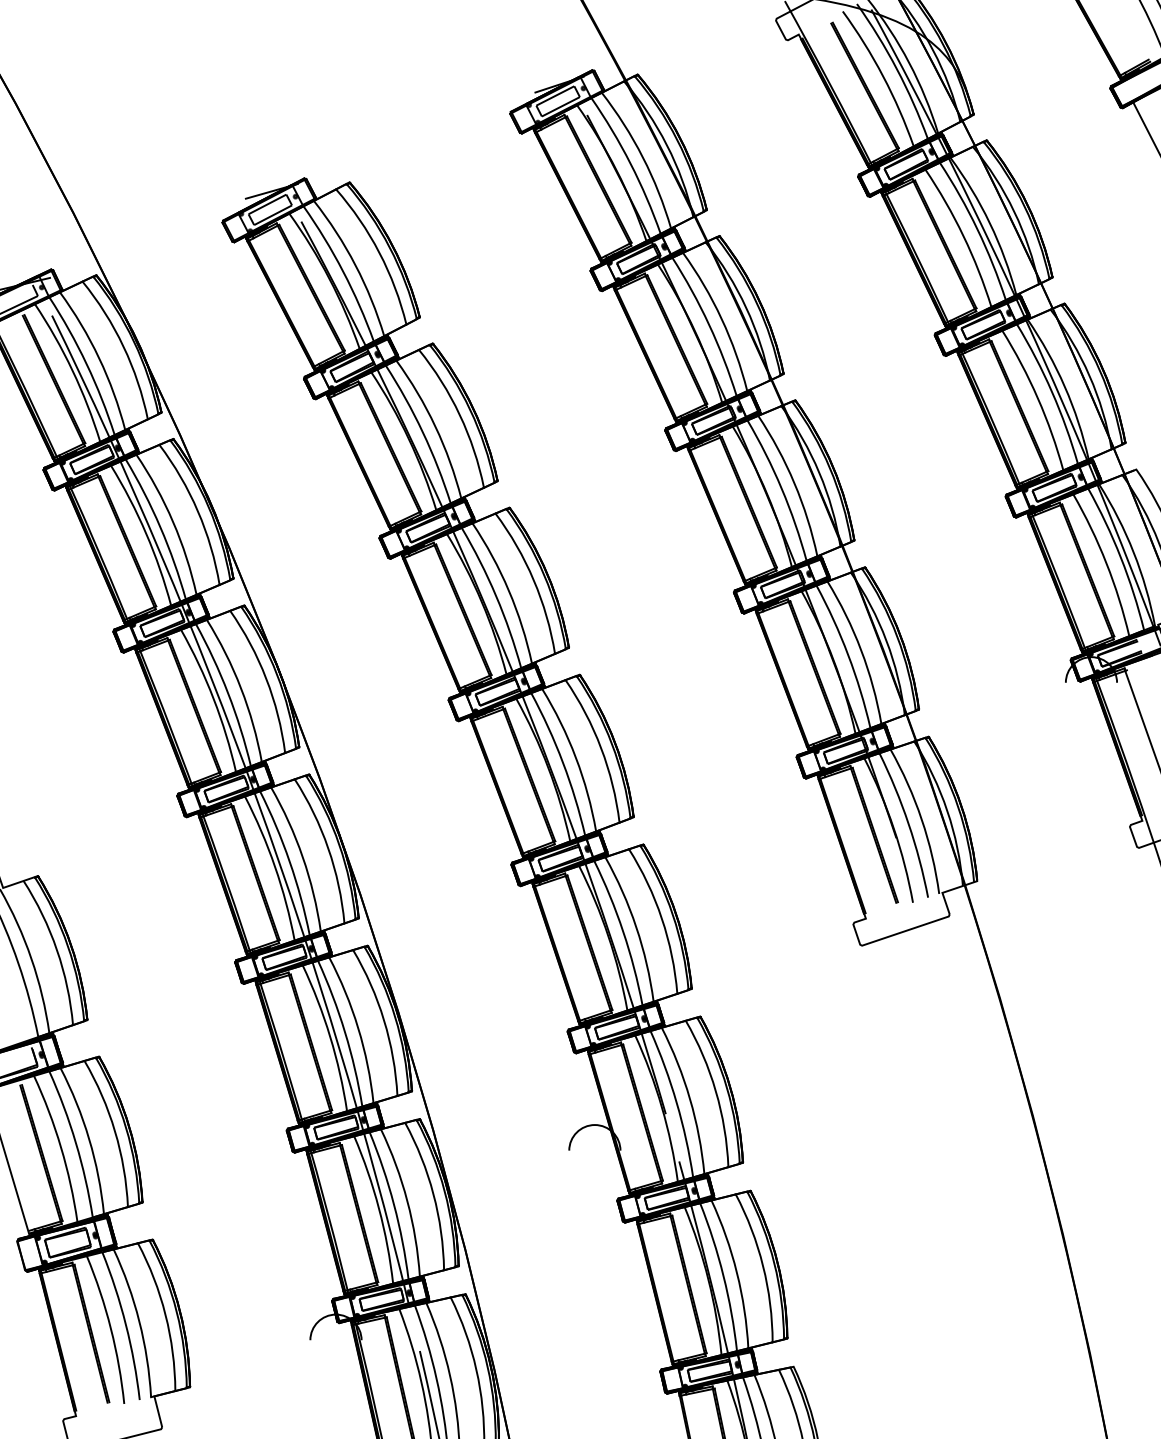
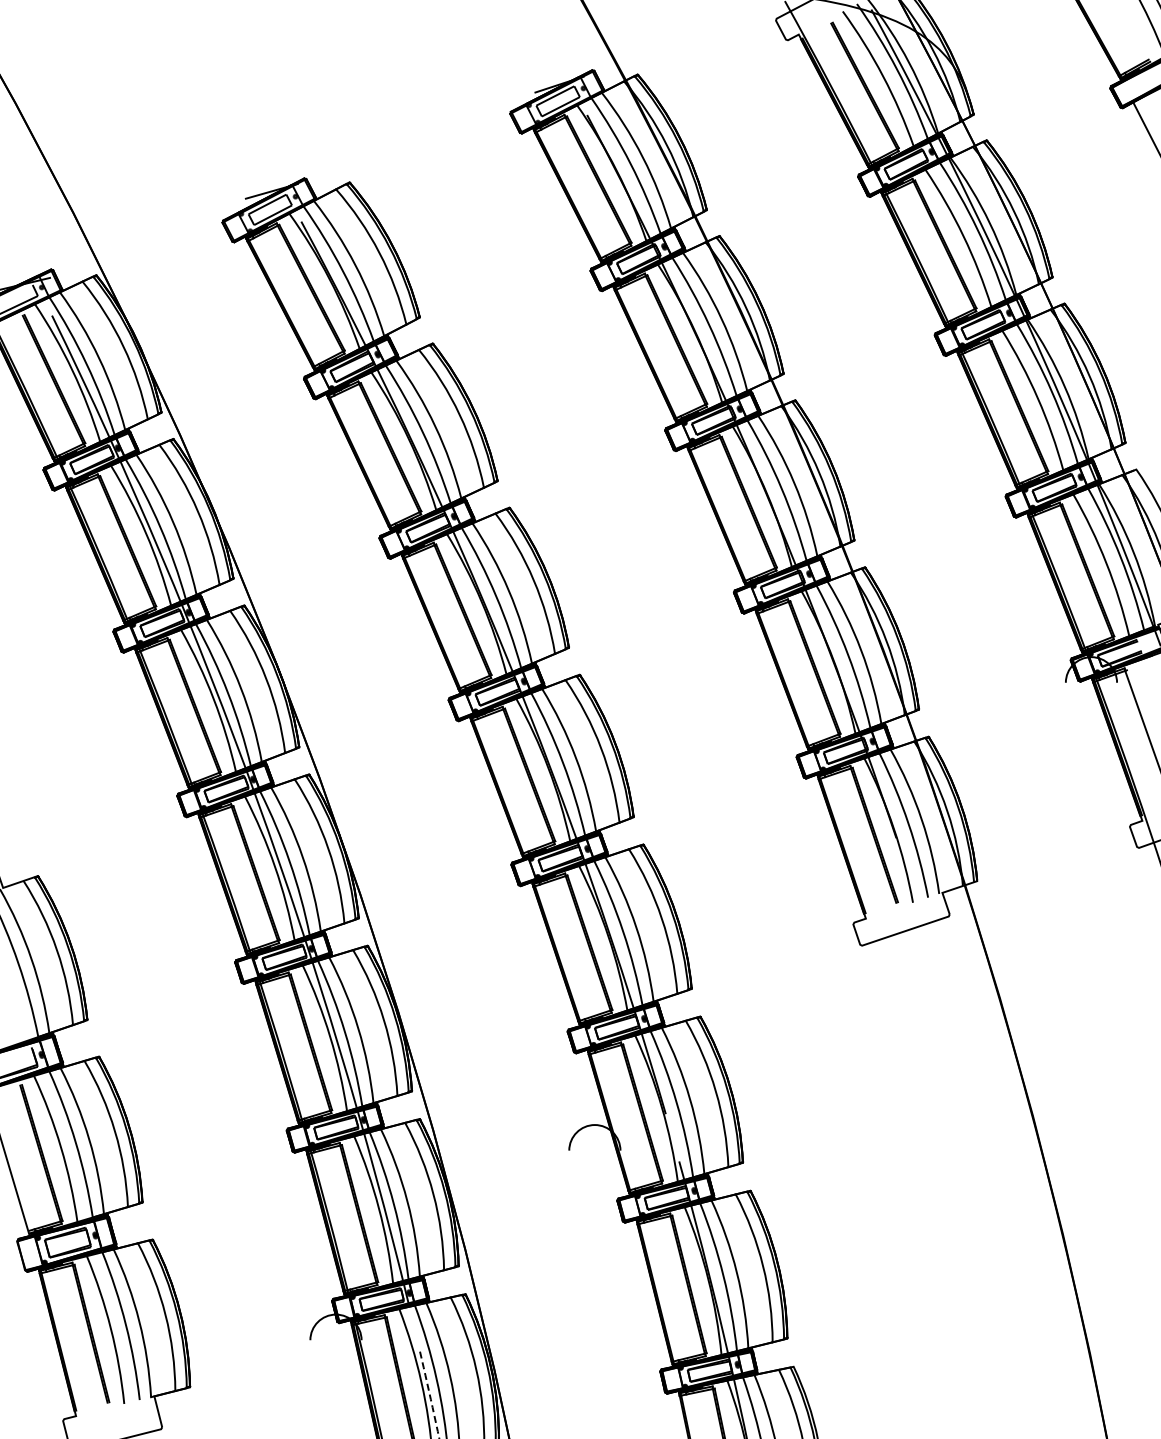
arc at (429, 1394): solid -> dashed
